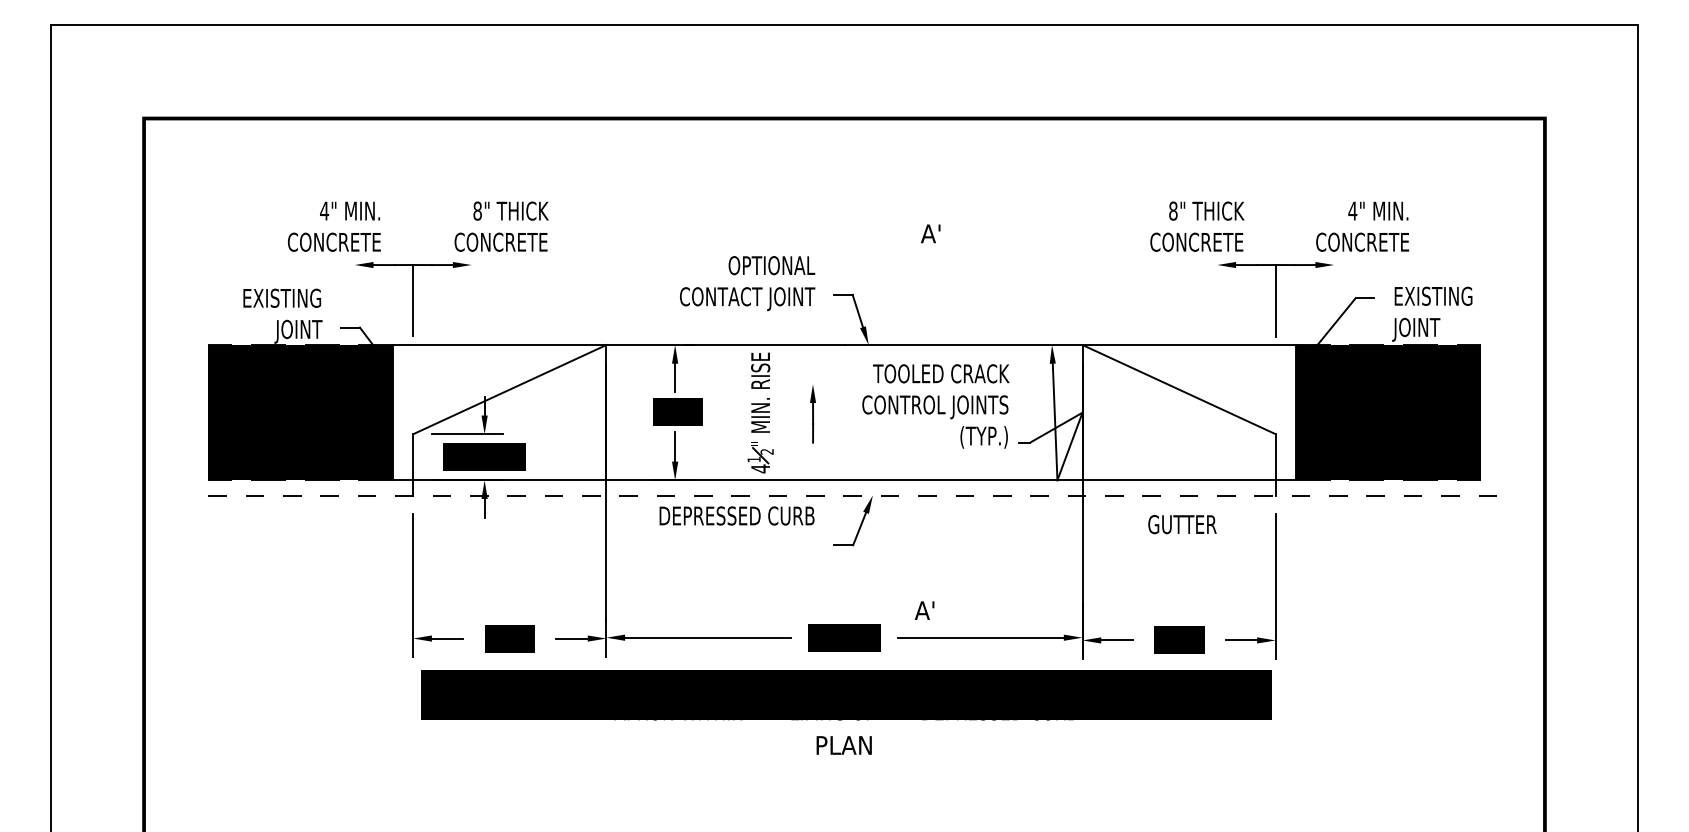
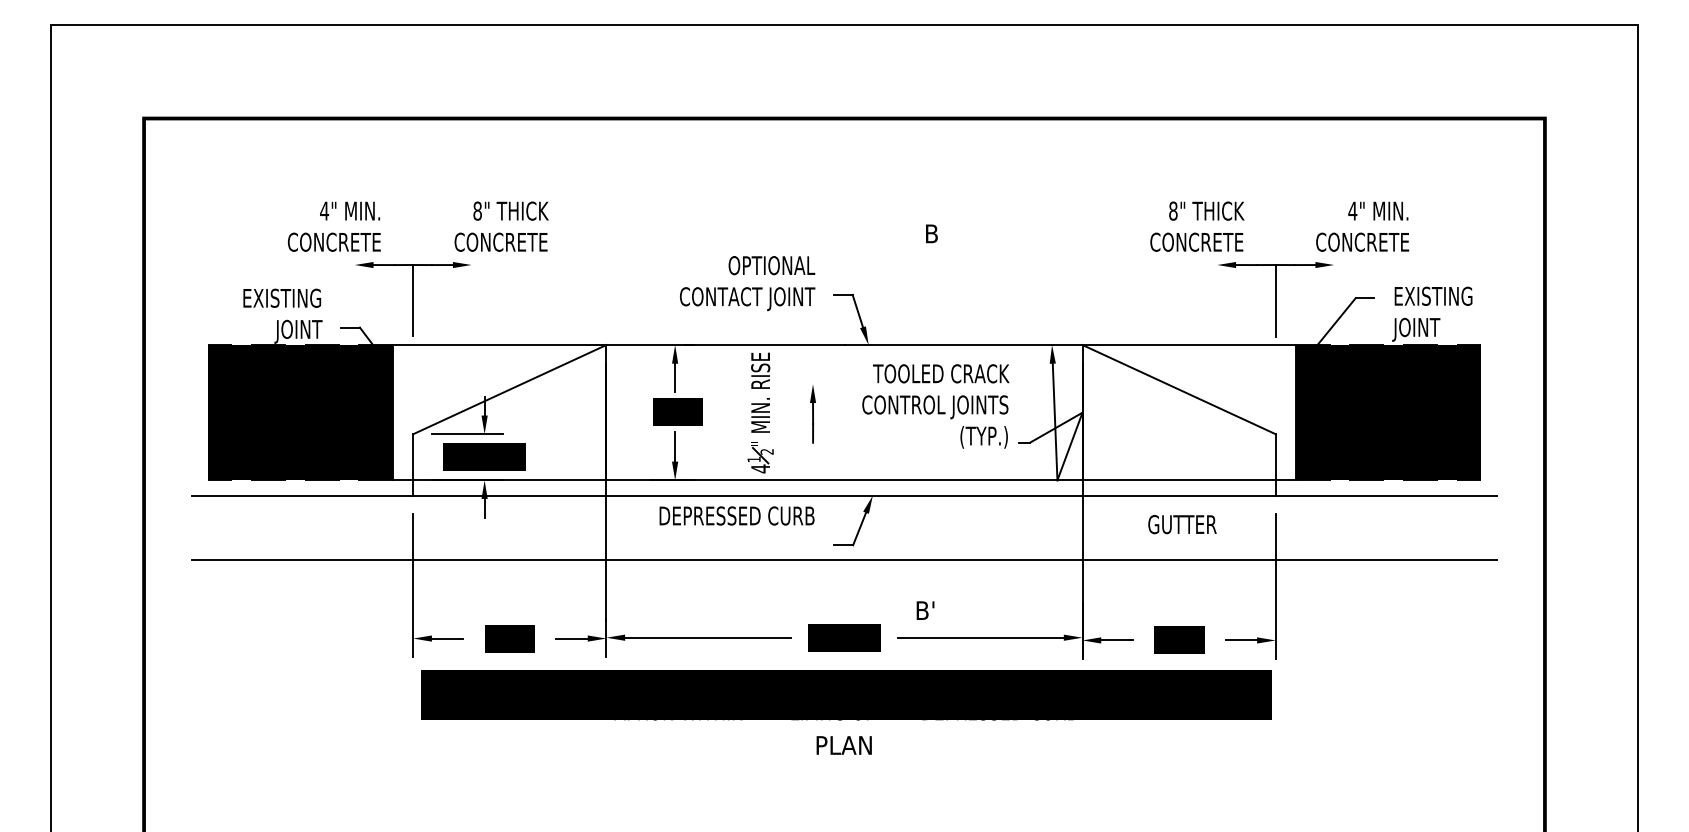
text at (930, 233): A' -> B
line at (844, 495): dashed -> solid
line at (844, 560): none -> present
text at (921, 610): A' -> B'
